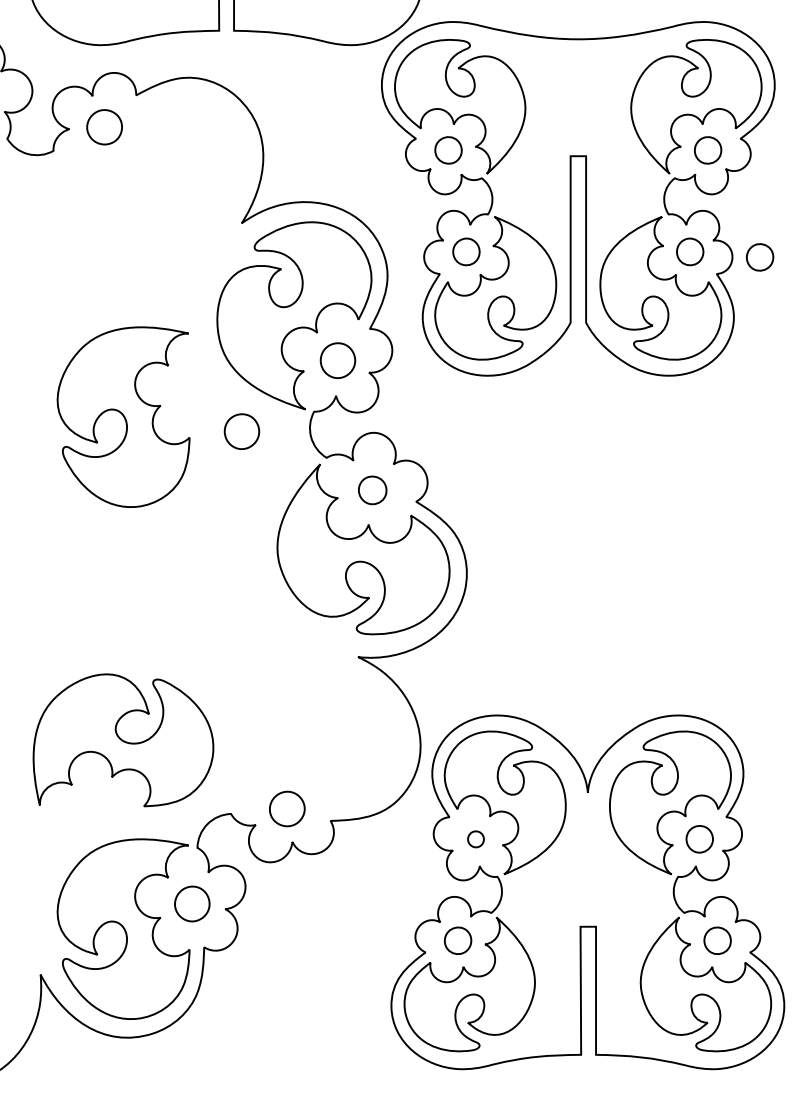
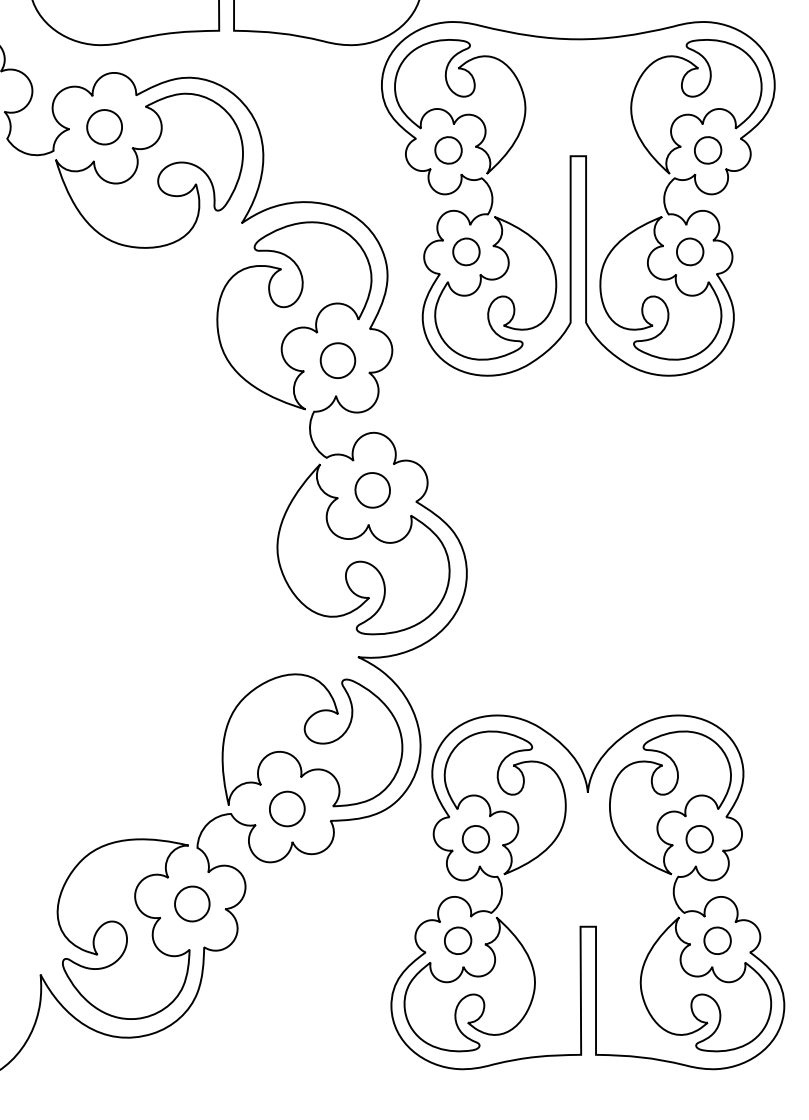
part at (149, 170): none -> present
part at (760, 257): present -> none
part at (123, 416): present -> none
part at (241, 431): present -> none
part at (372, 490) size: 30x31 px -> 37x37 px
part at (123, 740) position: (123, 740) -> (312, 740)
part at (475, 839) size: 18x19 px -> 30x29 px
